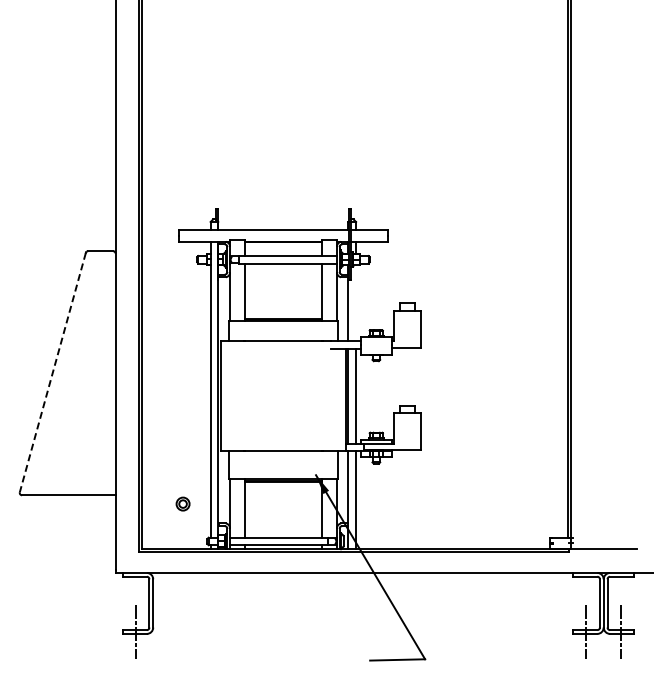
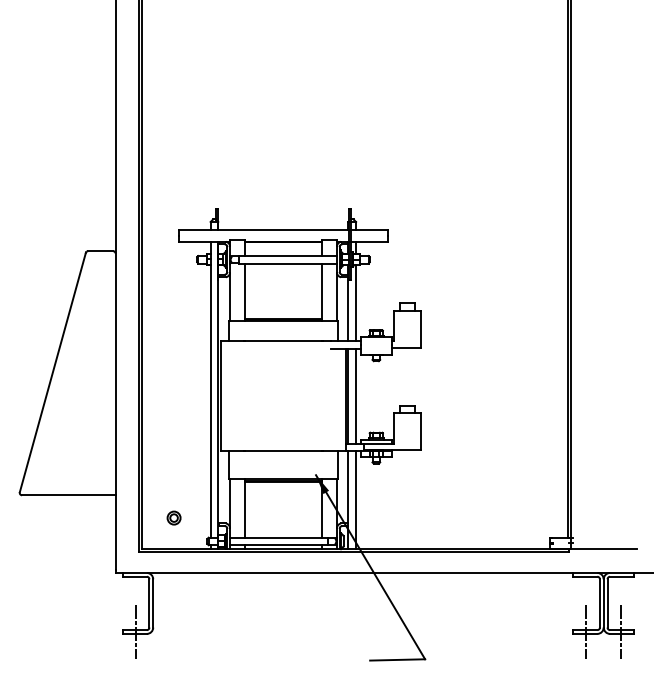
line at (356, 303): none -> present
line at (52, 373): dashed -> solid
part at (182, 503) position: (182, 503) -> (173, 517)
